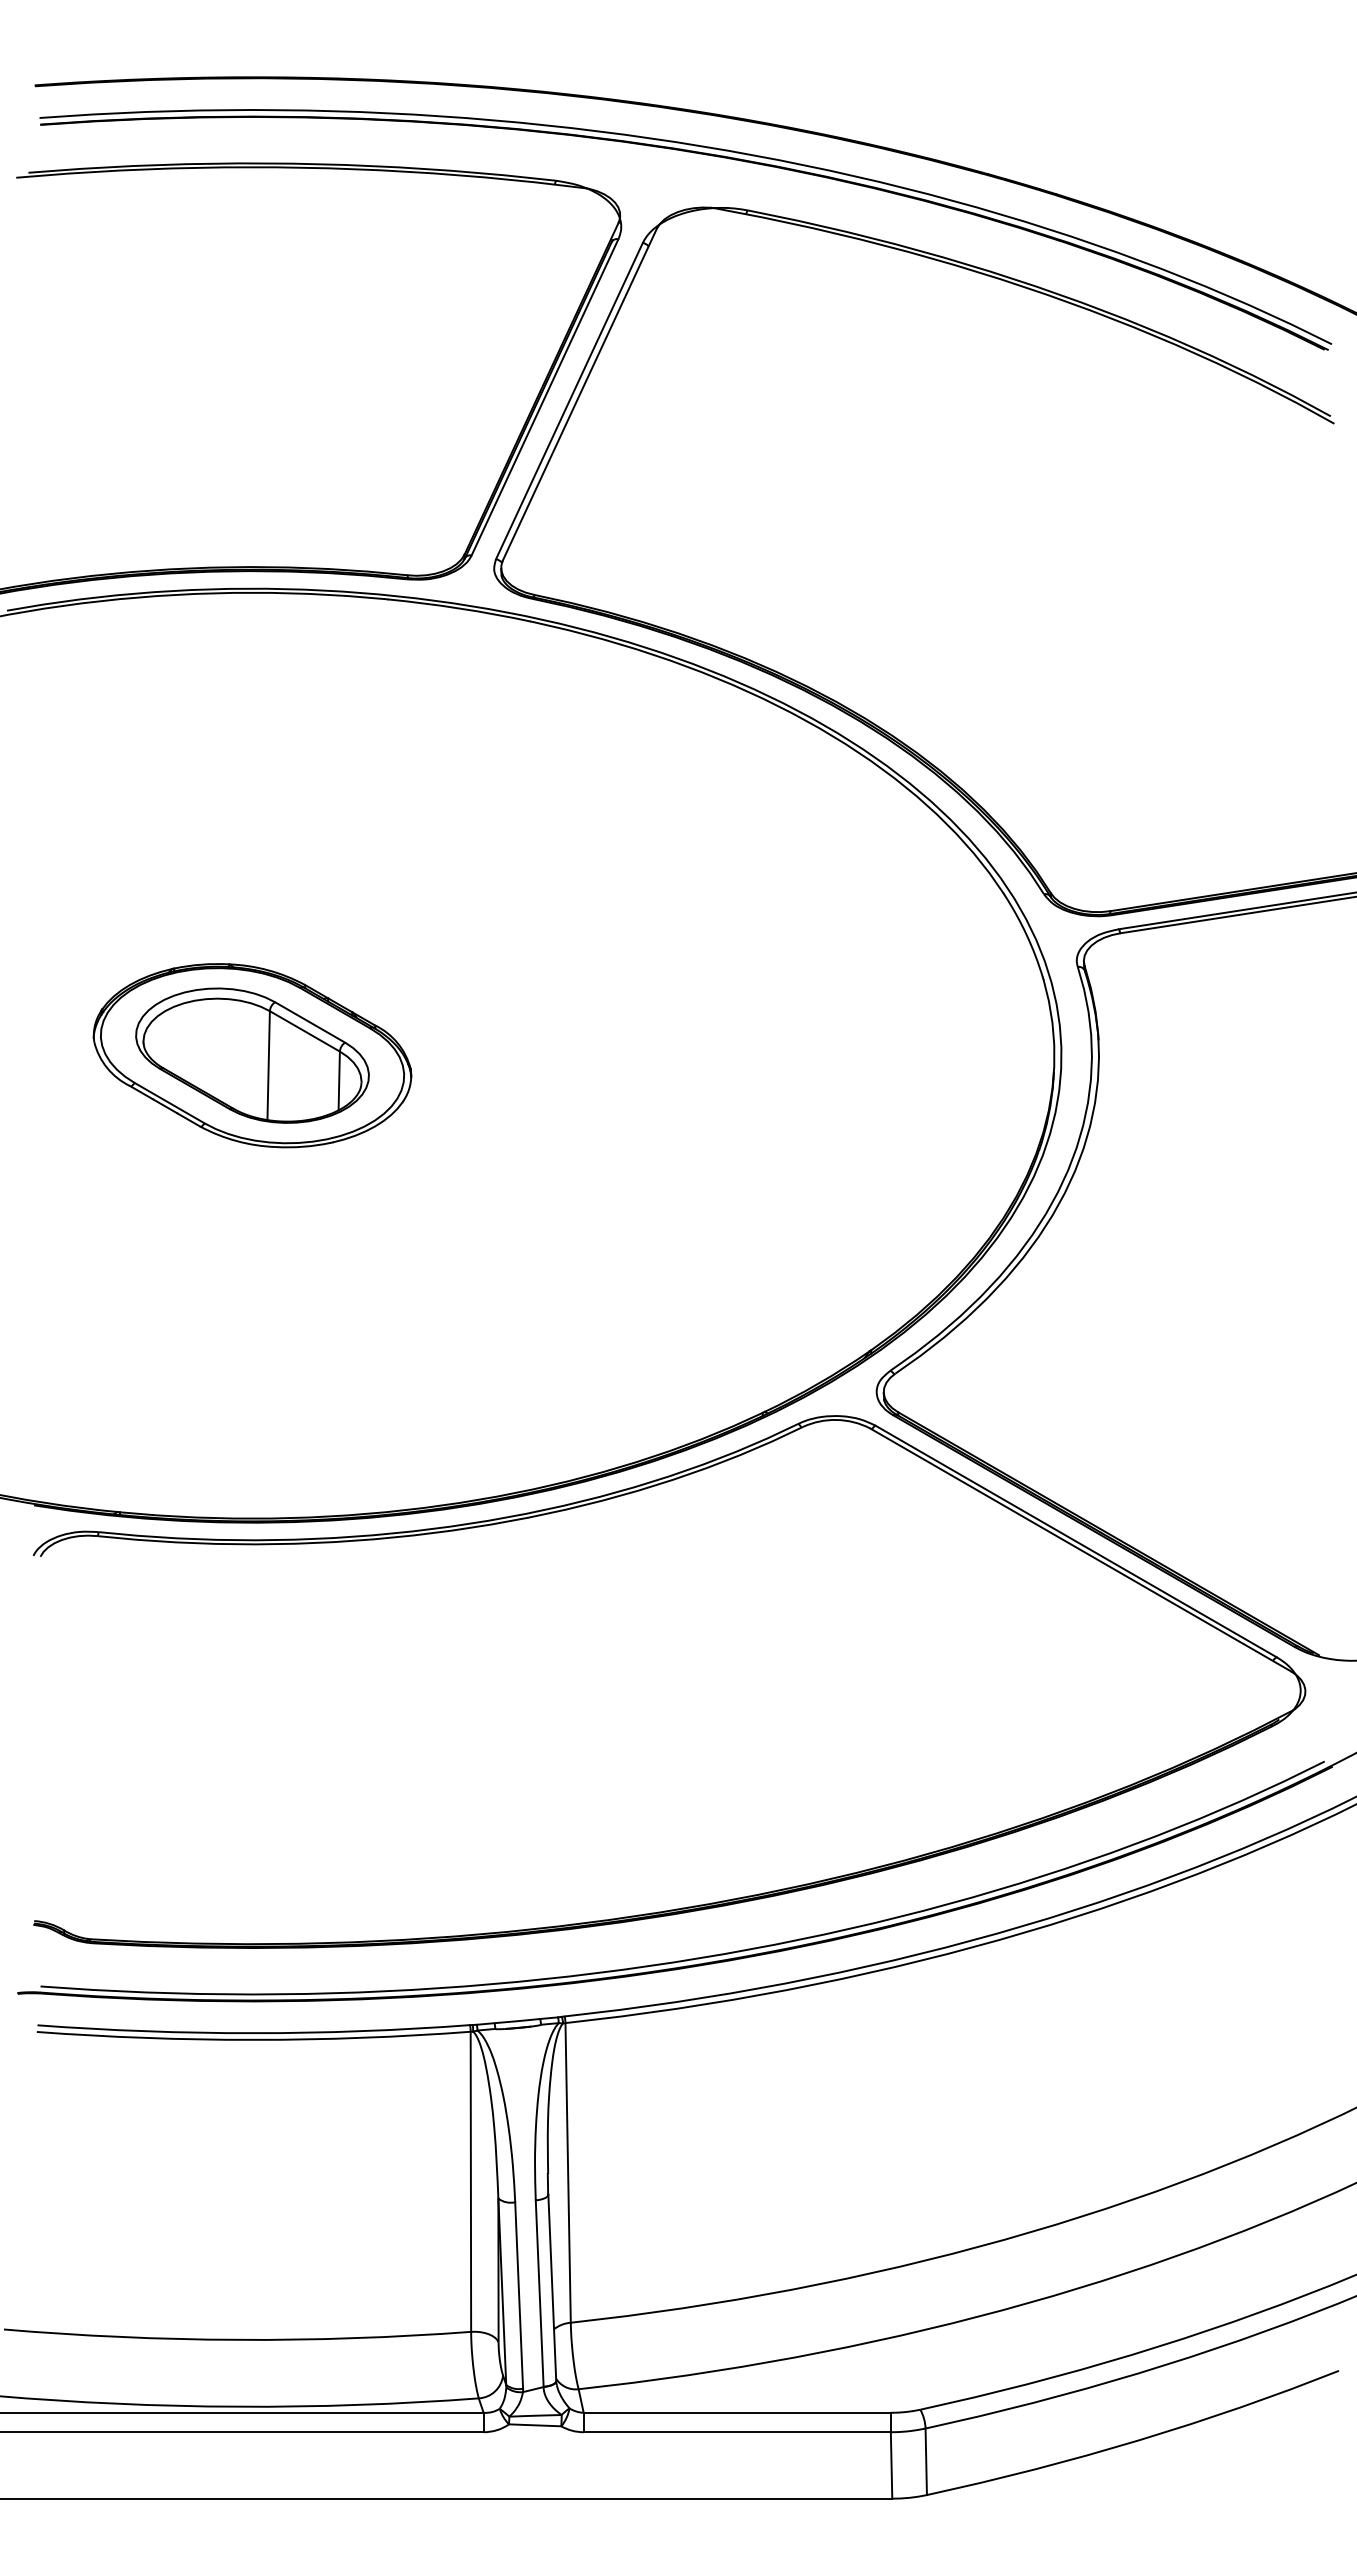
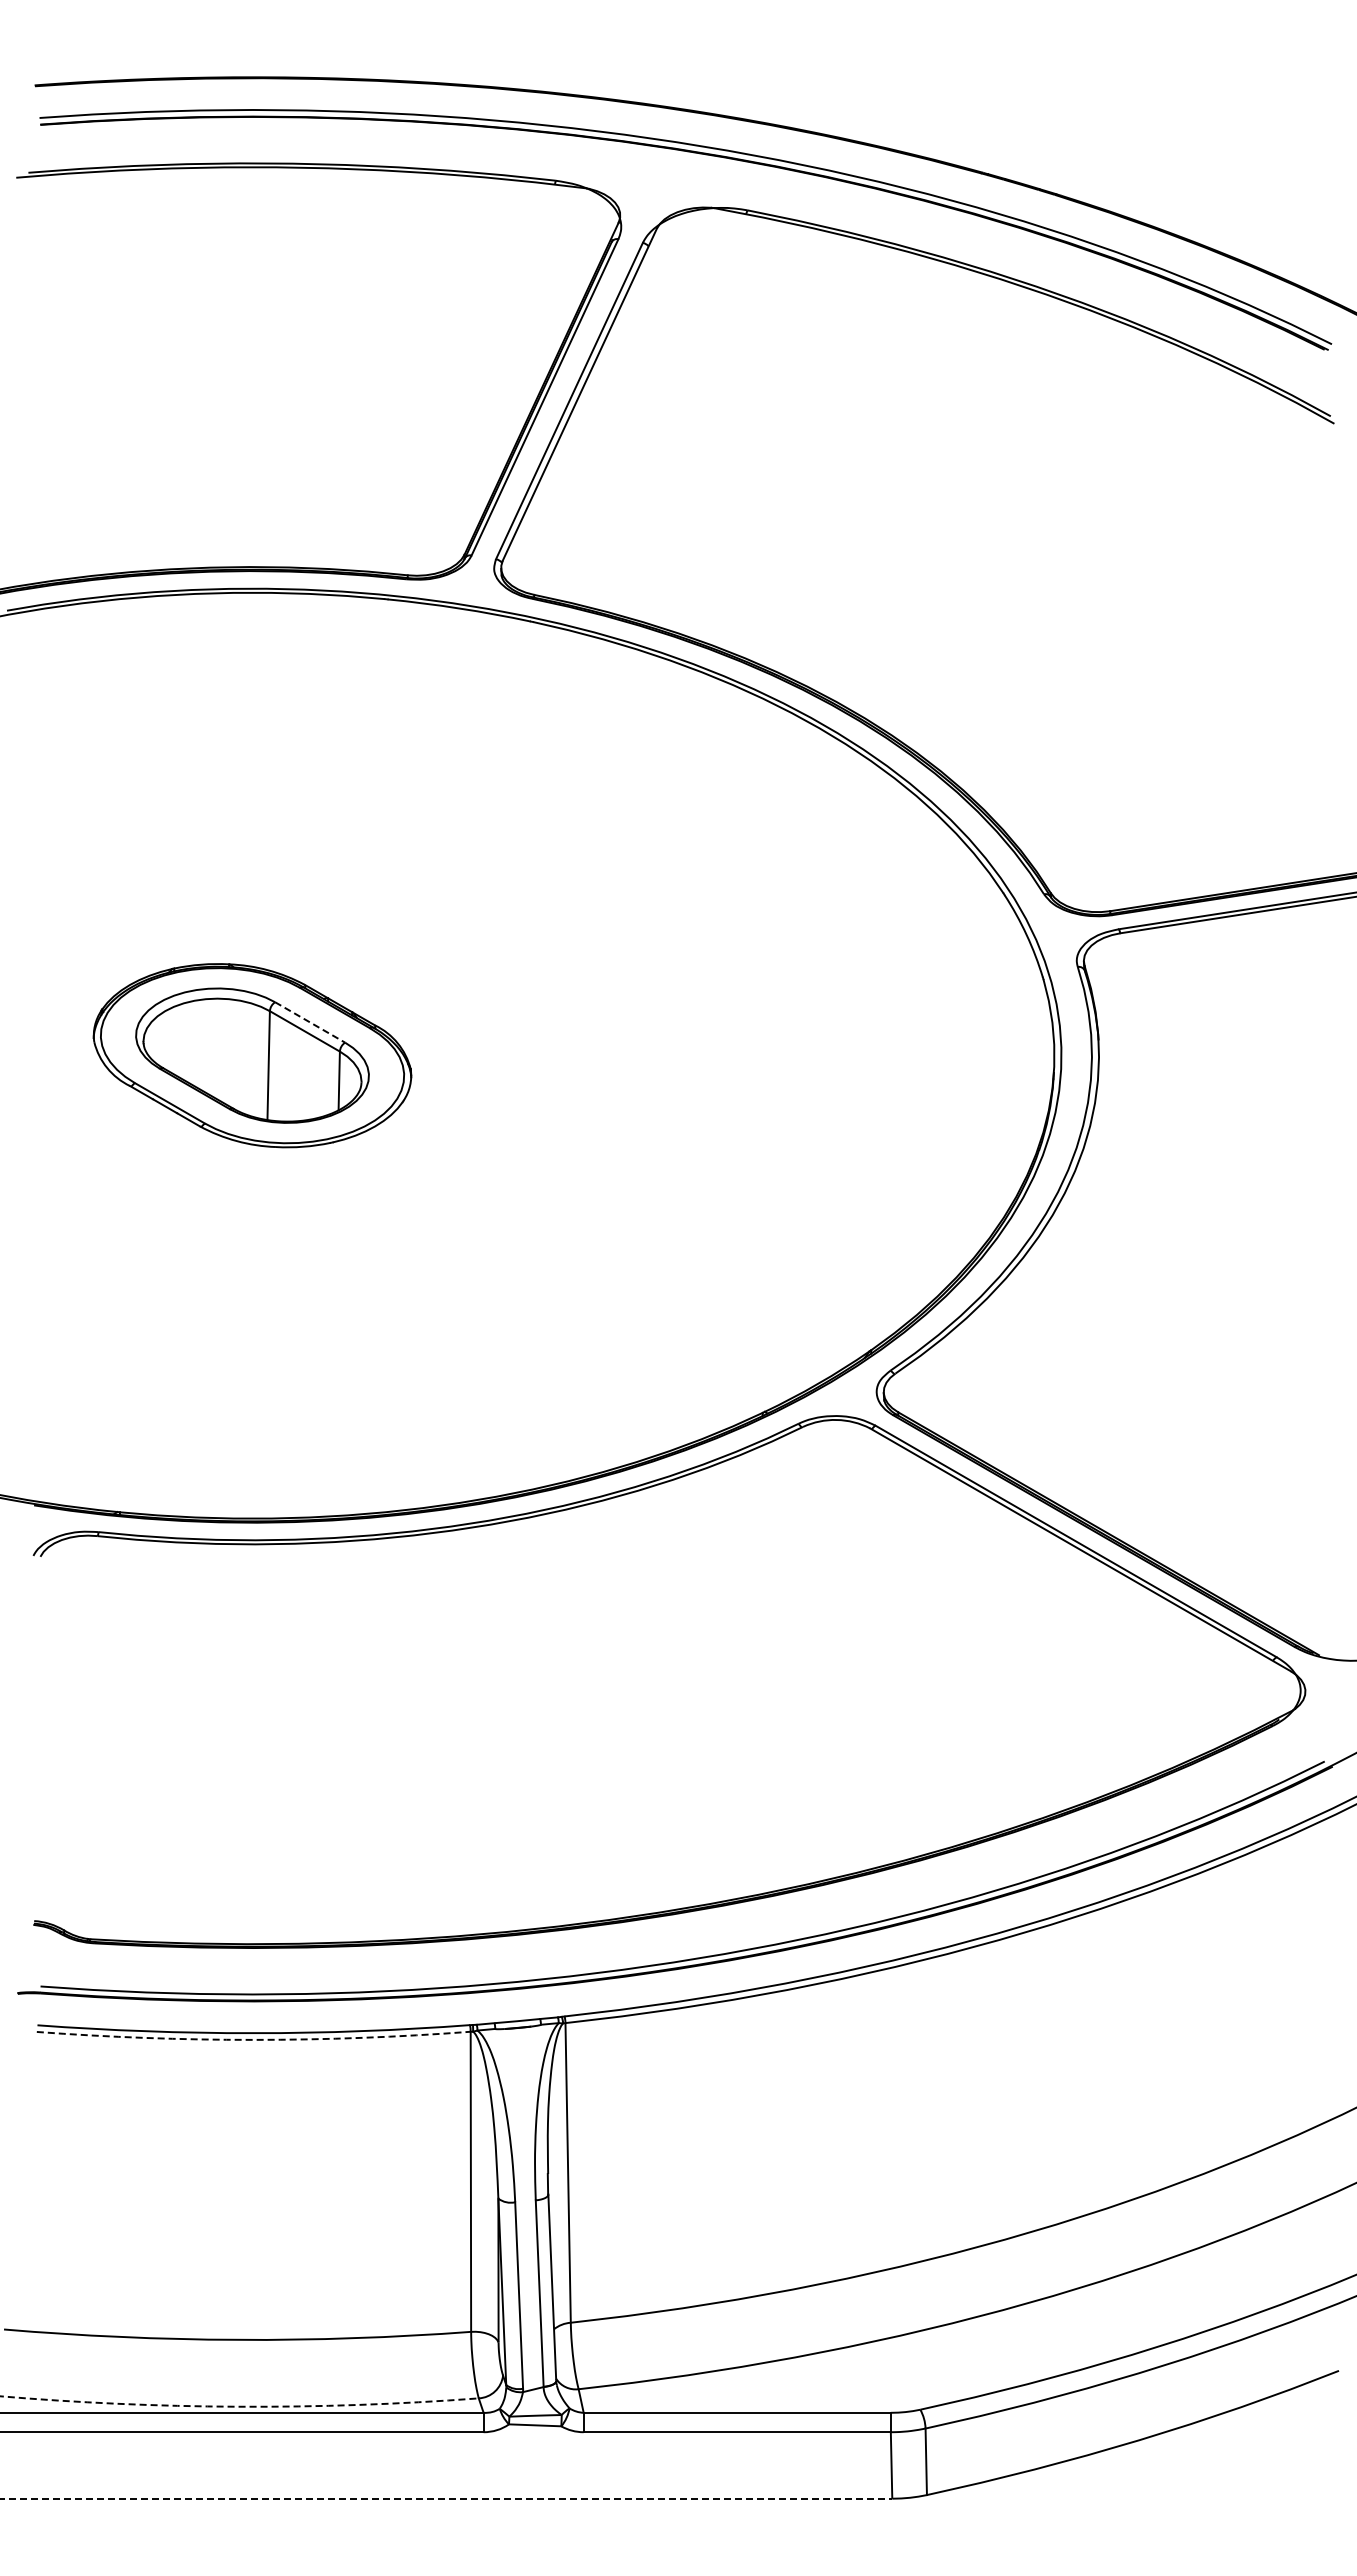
line at (310, 1022): solid -> dashed
arc at (253, 2039): solid -> dashed
arc at (239, 2406): solid -> dashed
line at (446, 2498): solid -> dashed
